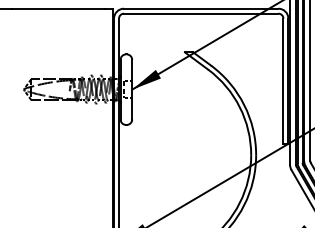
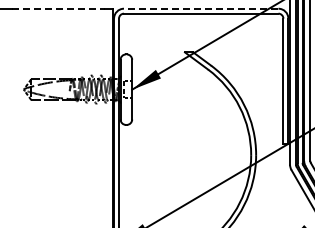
line at (58, 8): solid -> dashed
line at (200, 8): solid -> dashed
